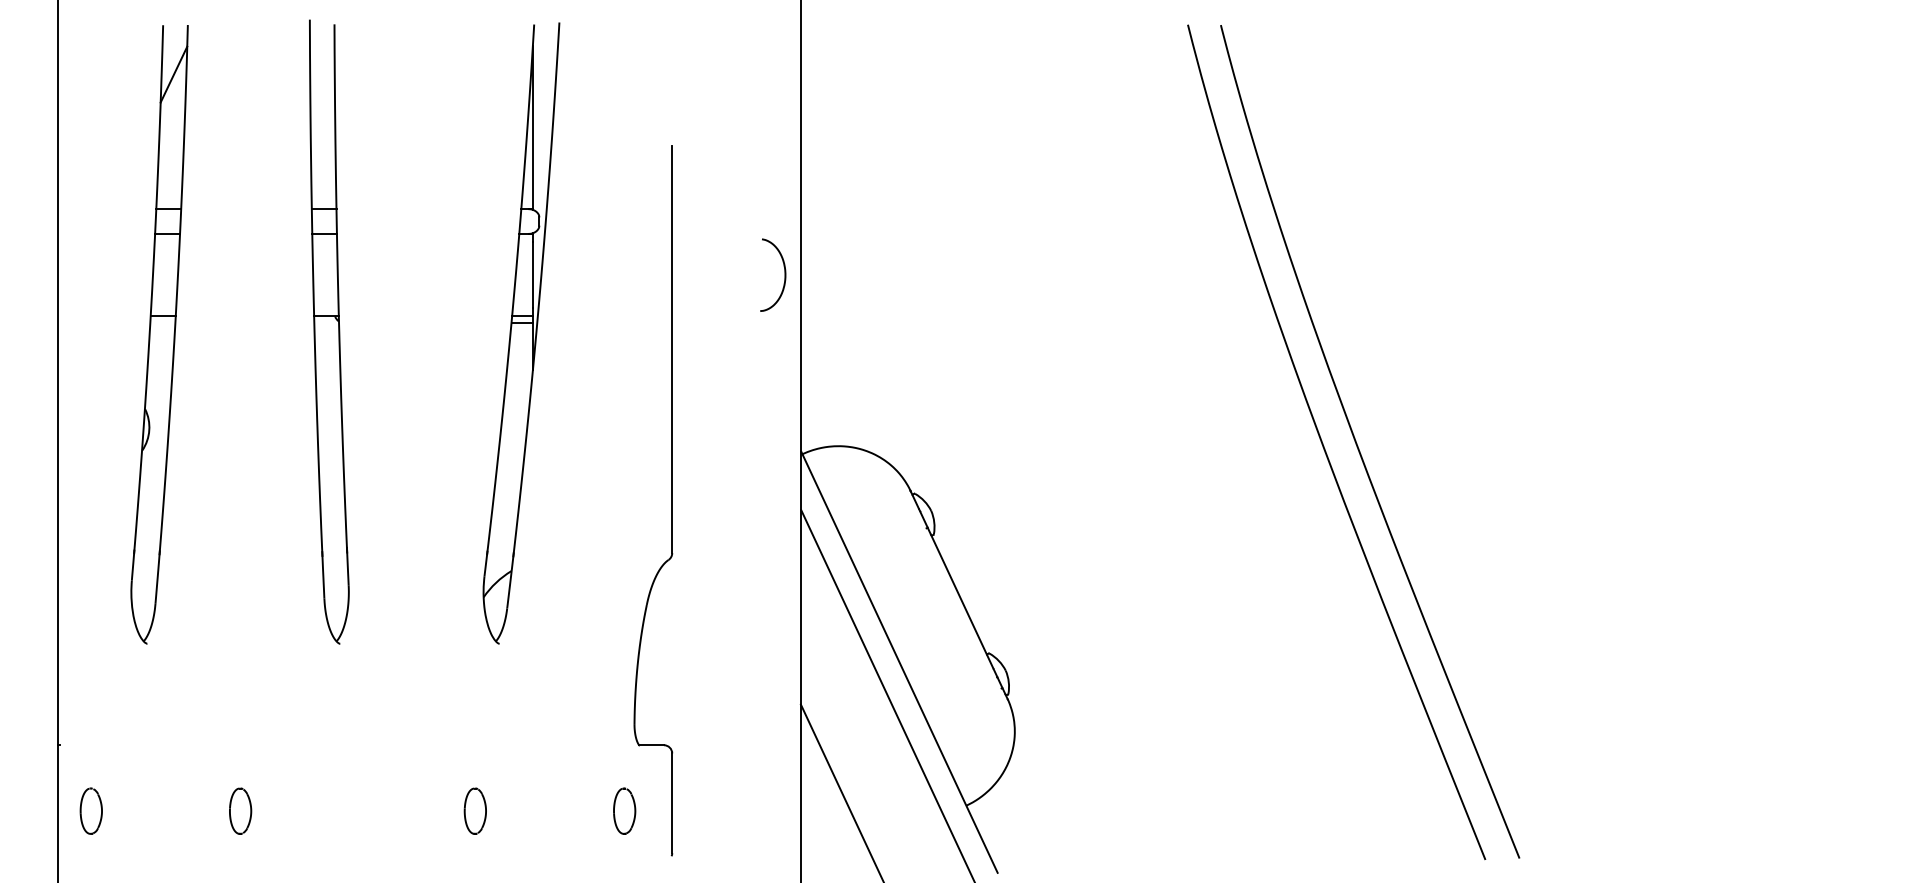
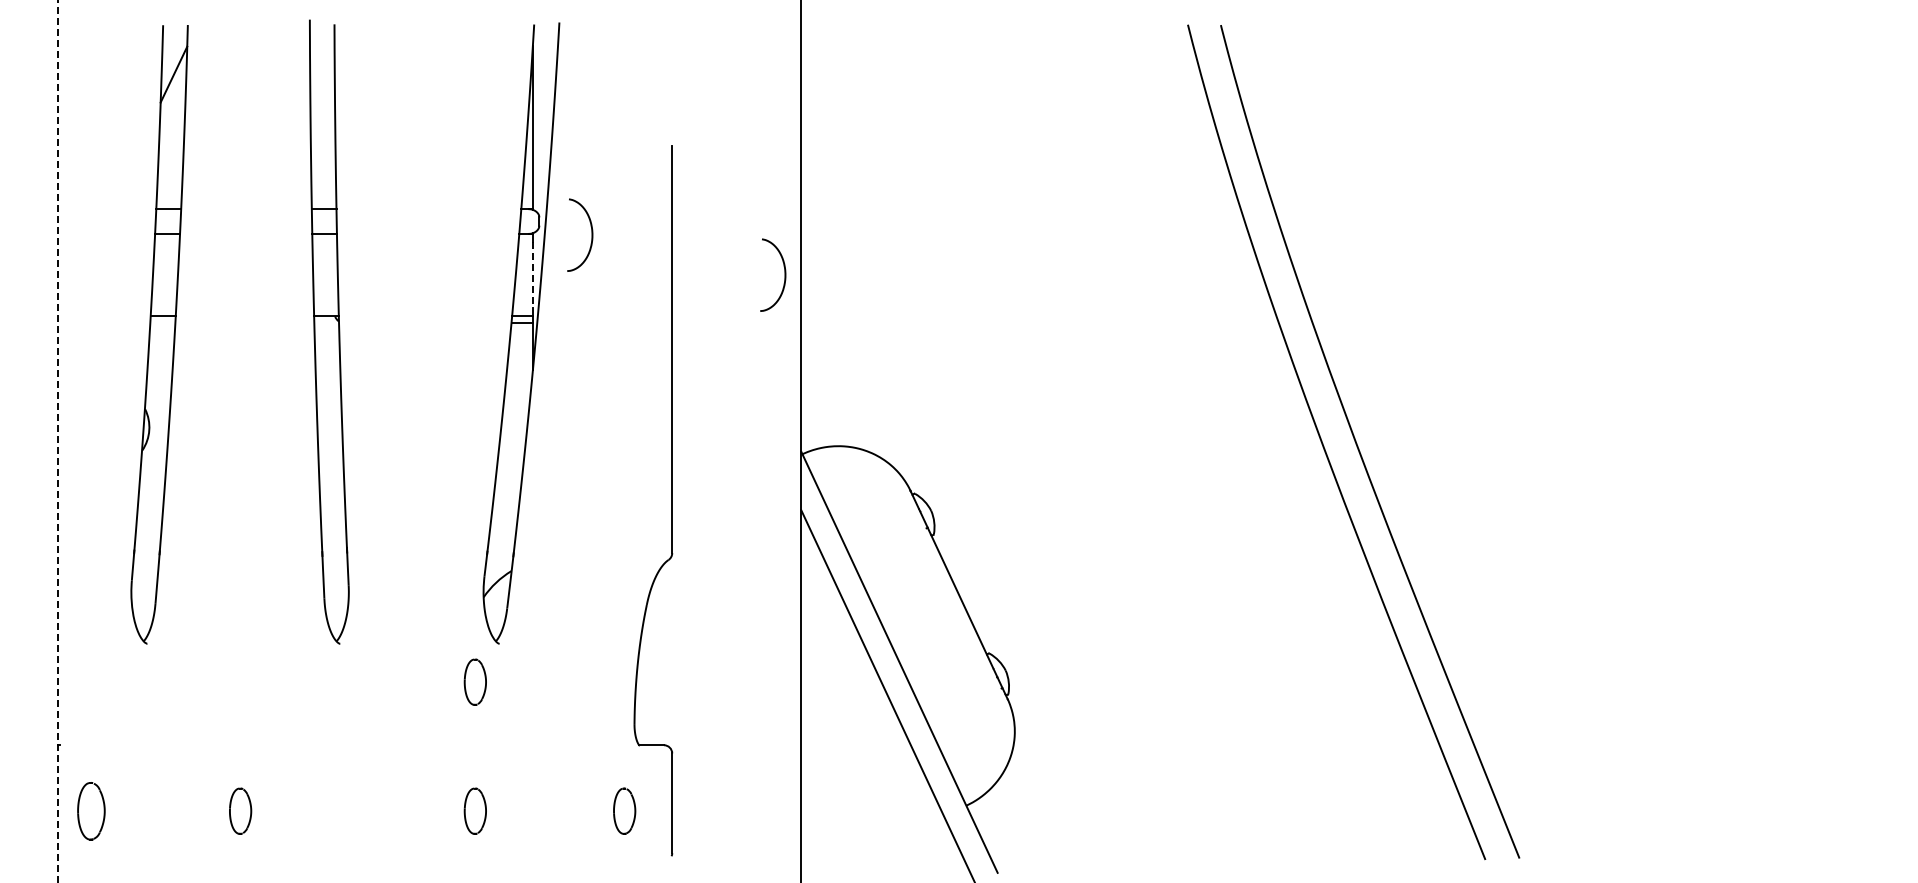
curve at (591, 234): none -> present
line at (532, 275): solid -> dashed
line at (57, 441): solid -> dashed
part at (474, 681): none -> present
line at (841, 791): present -> none
part at (90, 810) size: 24x48 px -> 29x59 px
